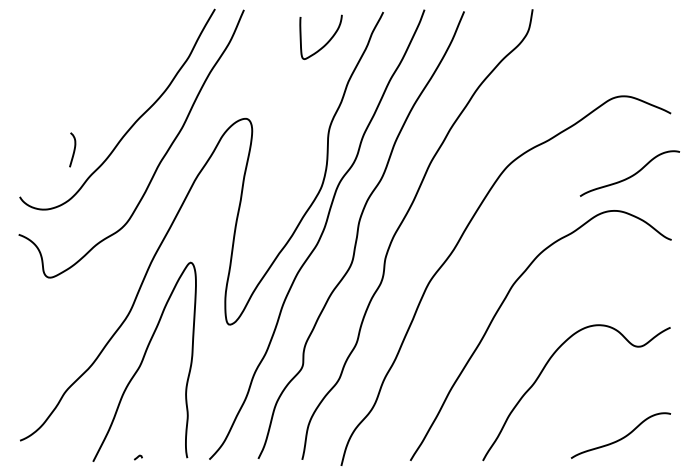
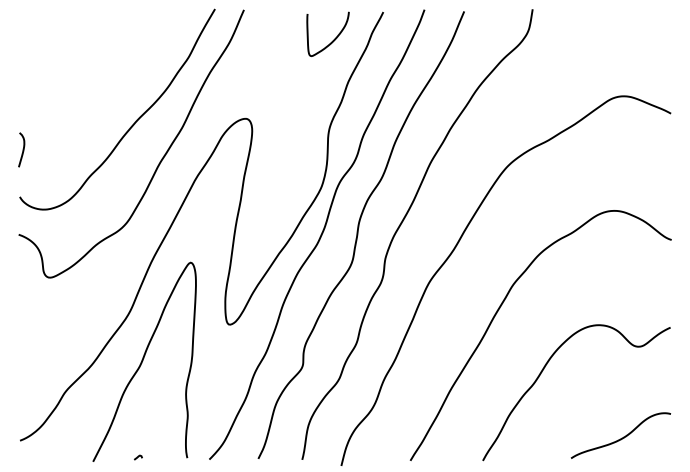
curve at (326, 42) position: (326, 42) -> (333, 39)
curve at (73, 149) position: (73, 149) -> (22, 149)
curve at (631, 175): present -> none
